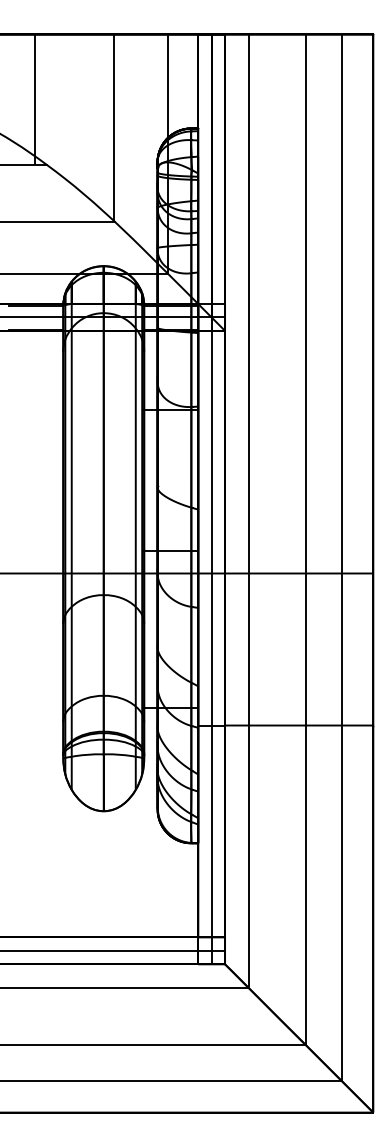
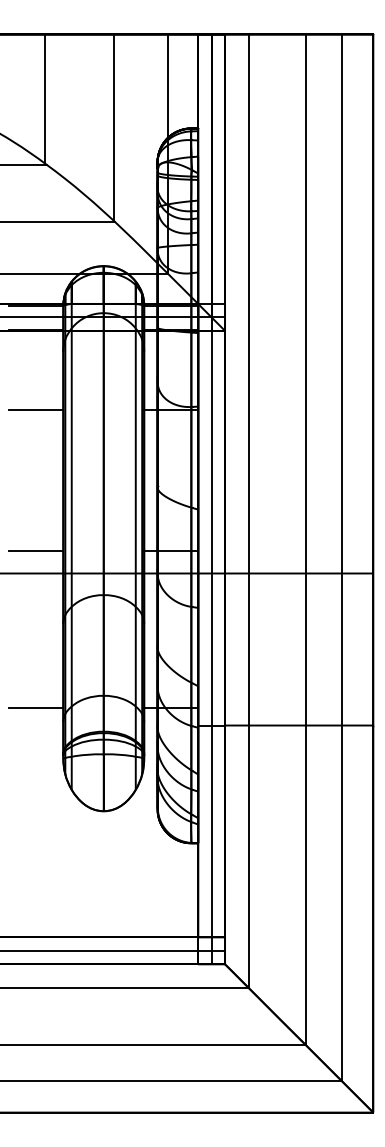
line at (35, 98) position: (35, 98) -> (45, 98)
line at (36, 409): none -> present
line at (36, 550): none -> present
line at (36, 708): none -> present
